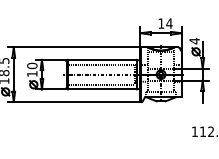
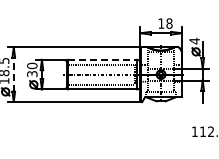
text at (169, 23): 14 -> 18
line at (102, 59): solid -> dashed
line at (13, 74): solid -> dashed
text at (32, 74): 10 -> 30
